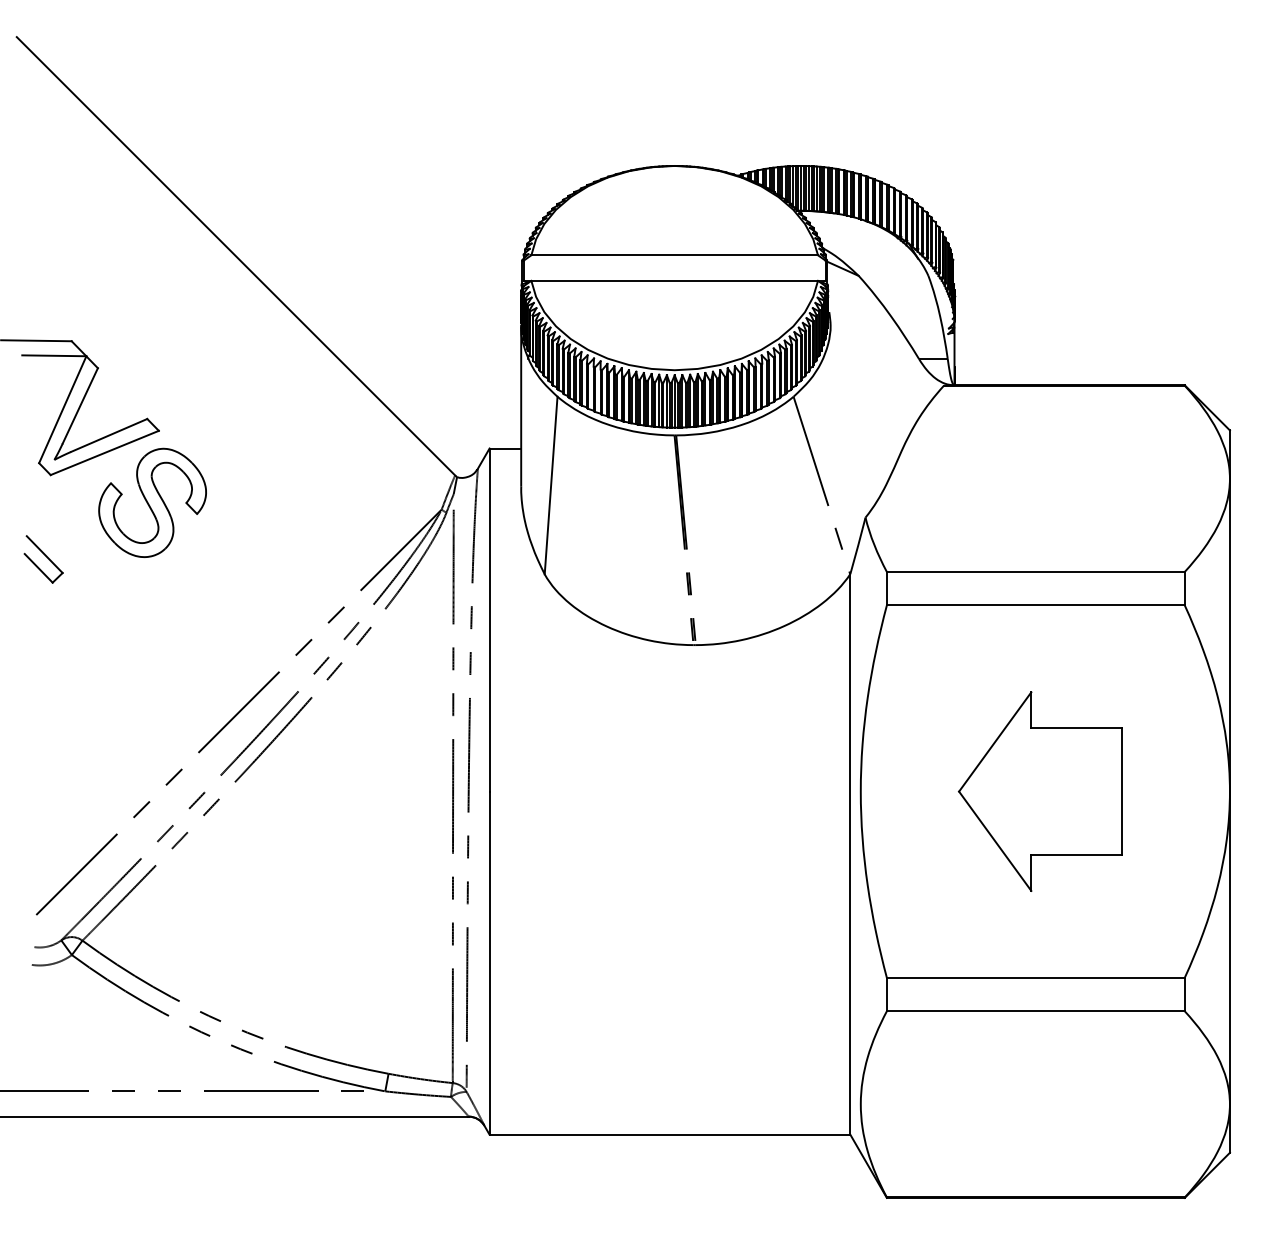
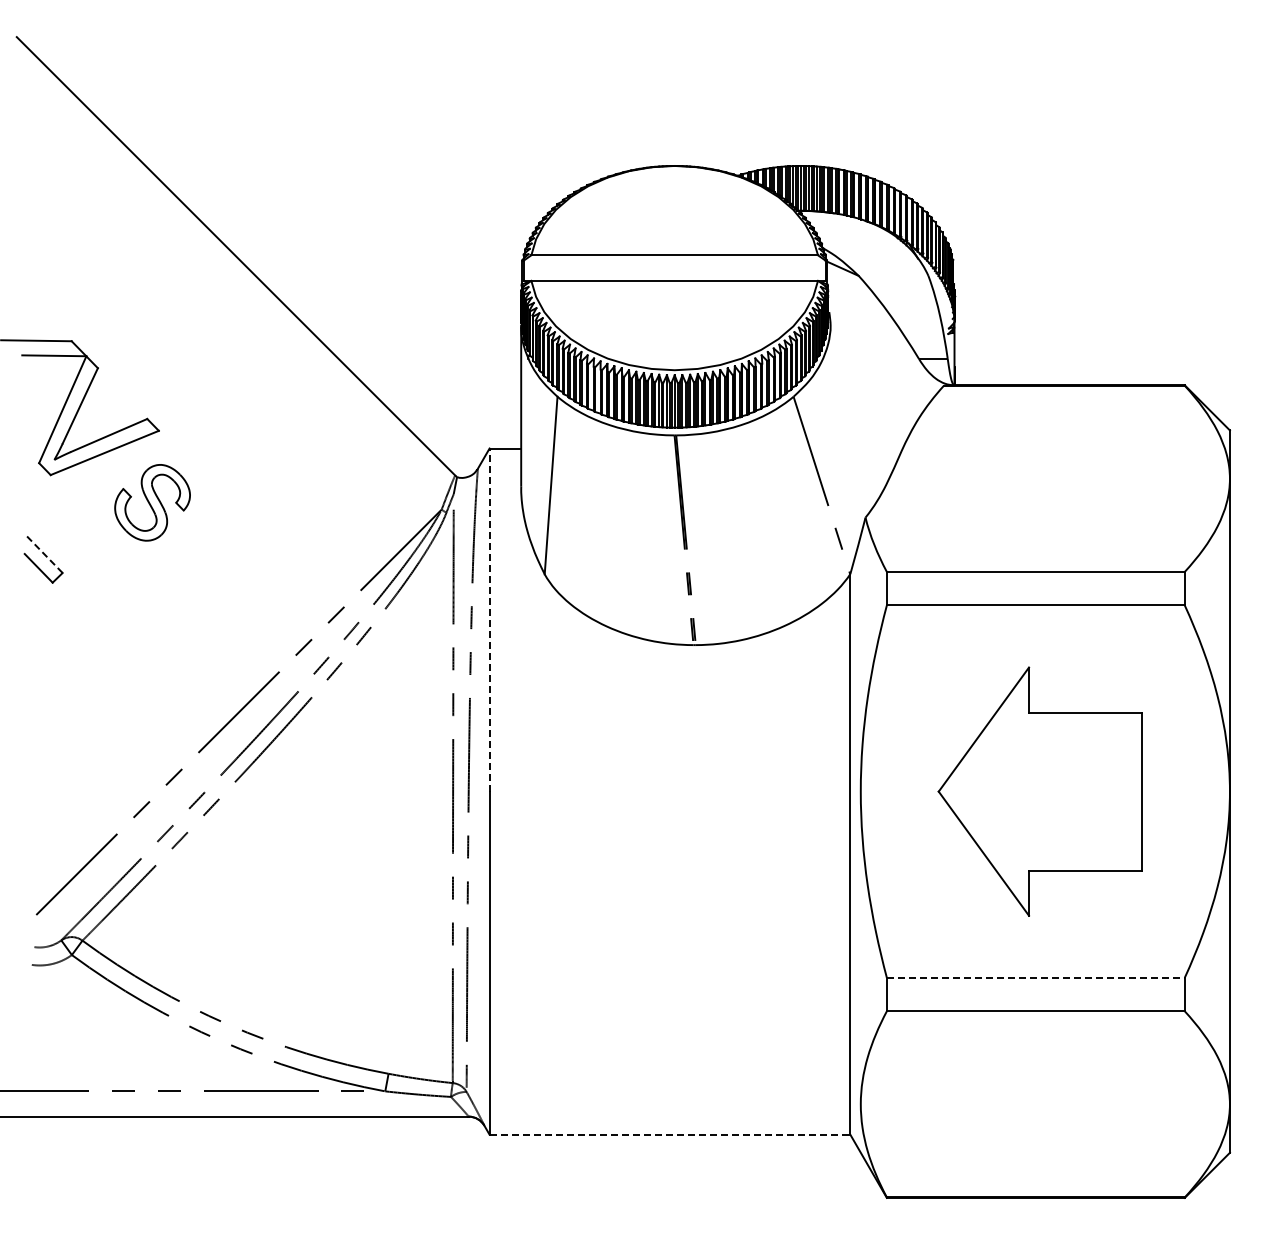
part at (152, 502) size: 109x111 px -> 77x78 px
line at (44, 554): solid -> dashed
line at (489, 620): solid -> dashed
part at (1040, 791) size: 165x201 px -> 206x251 px
line at (1035, 977): solid -> dashed
line at (670, 1134): solid -> dashed
